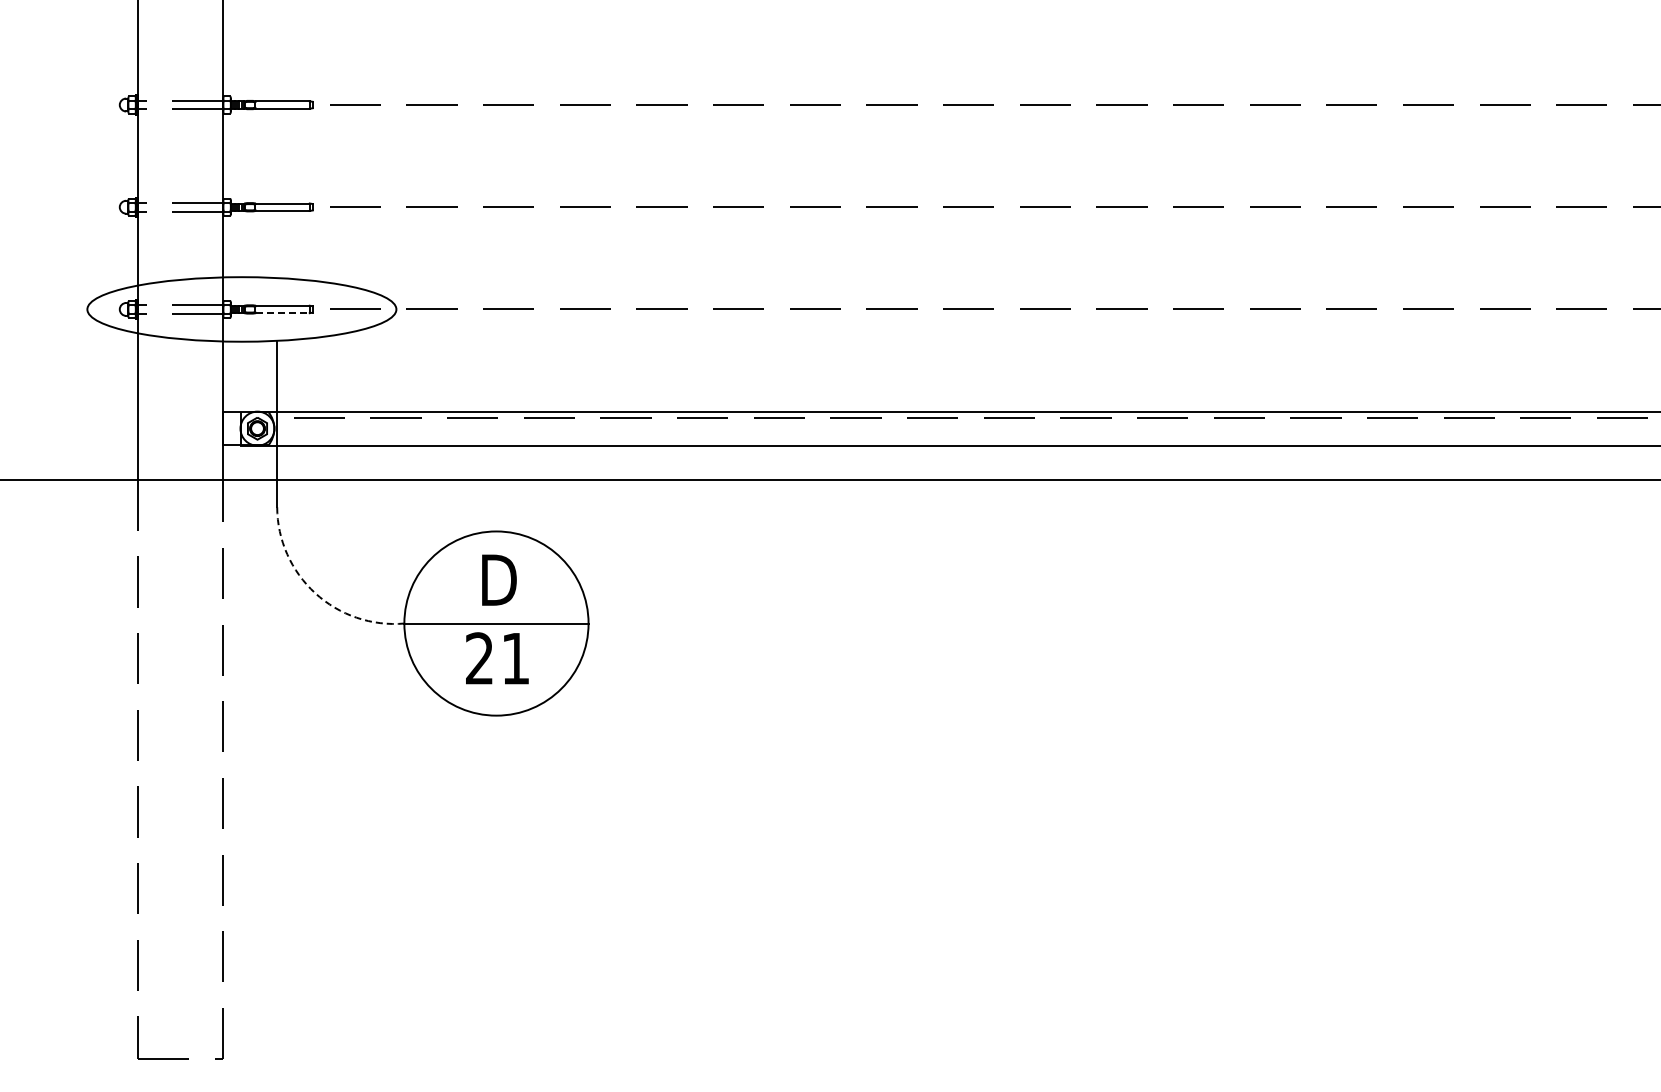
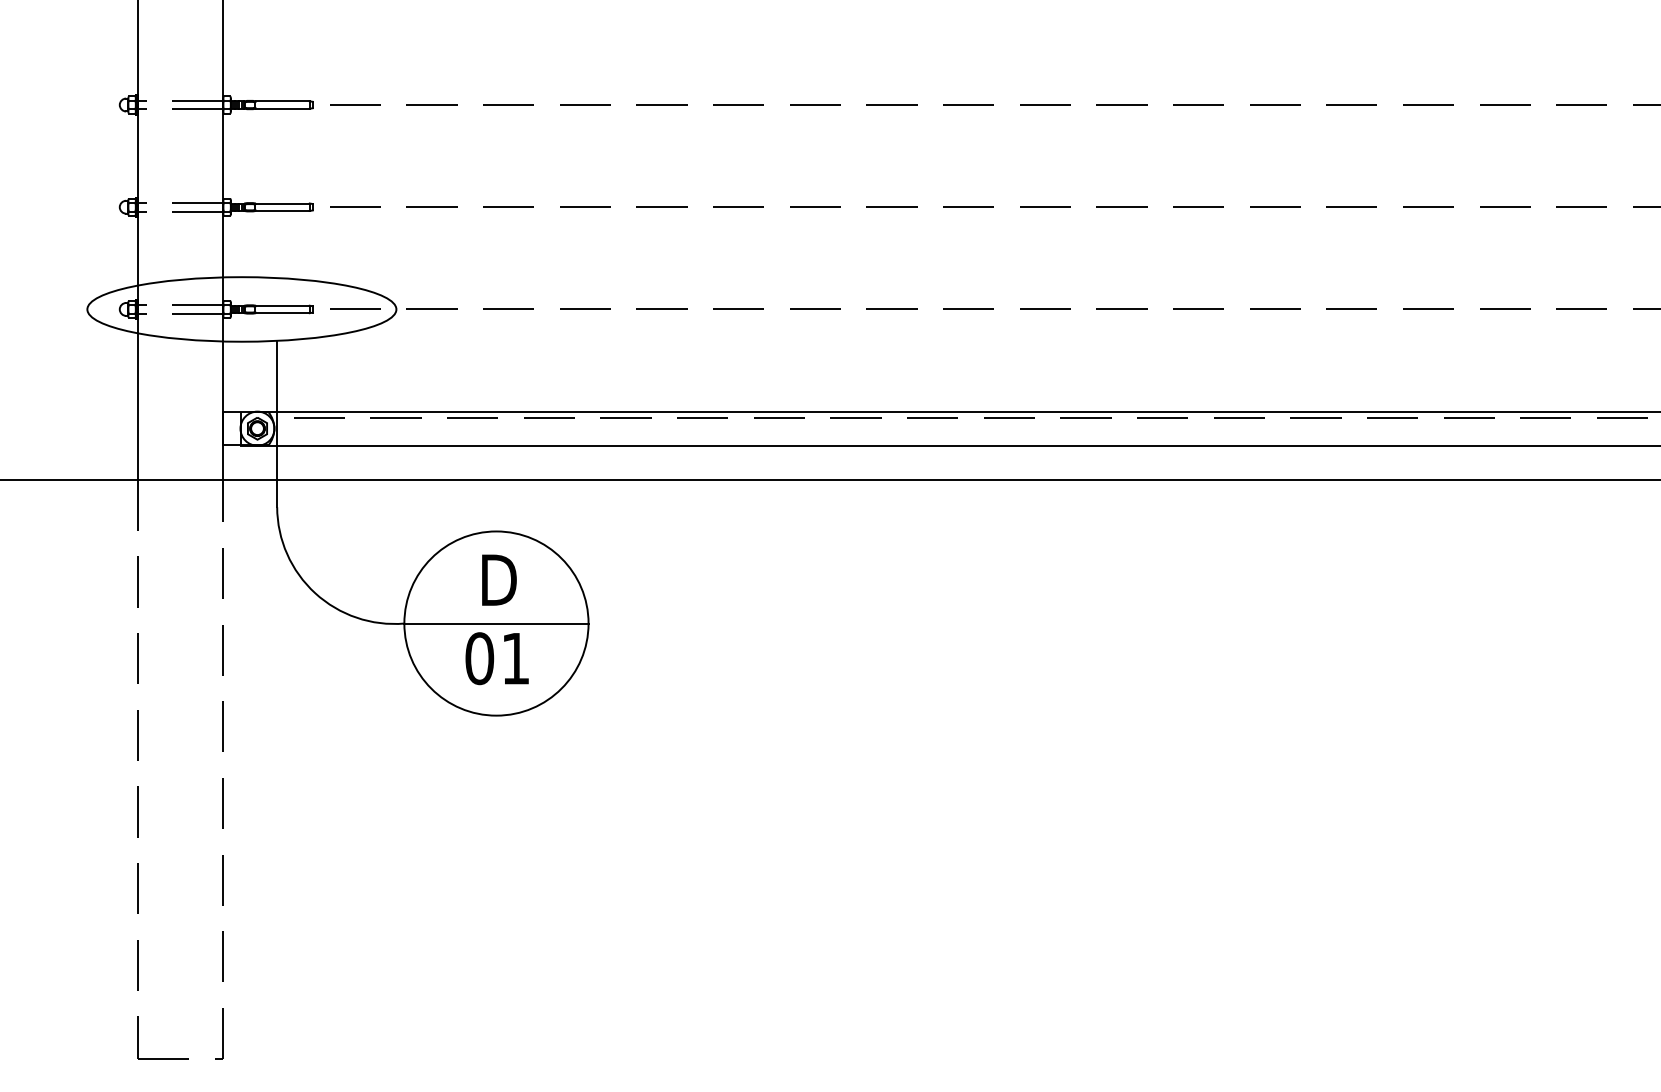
line at (282, 313): dashed -> solid
arc at (315, 593): dashed -> solid
text at (479, 658): 21 -> 01
